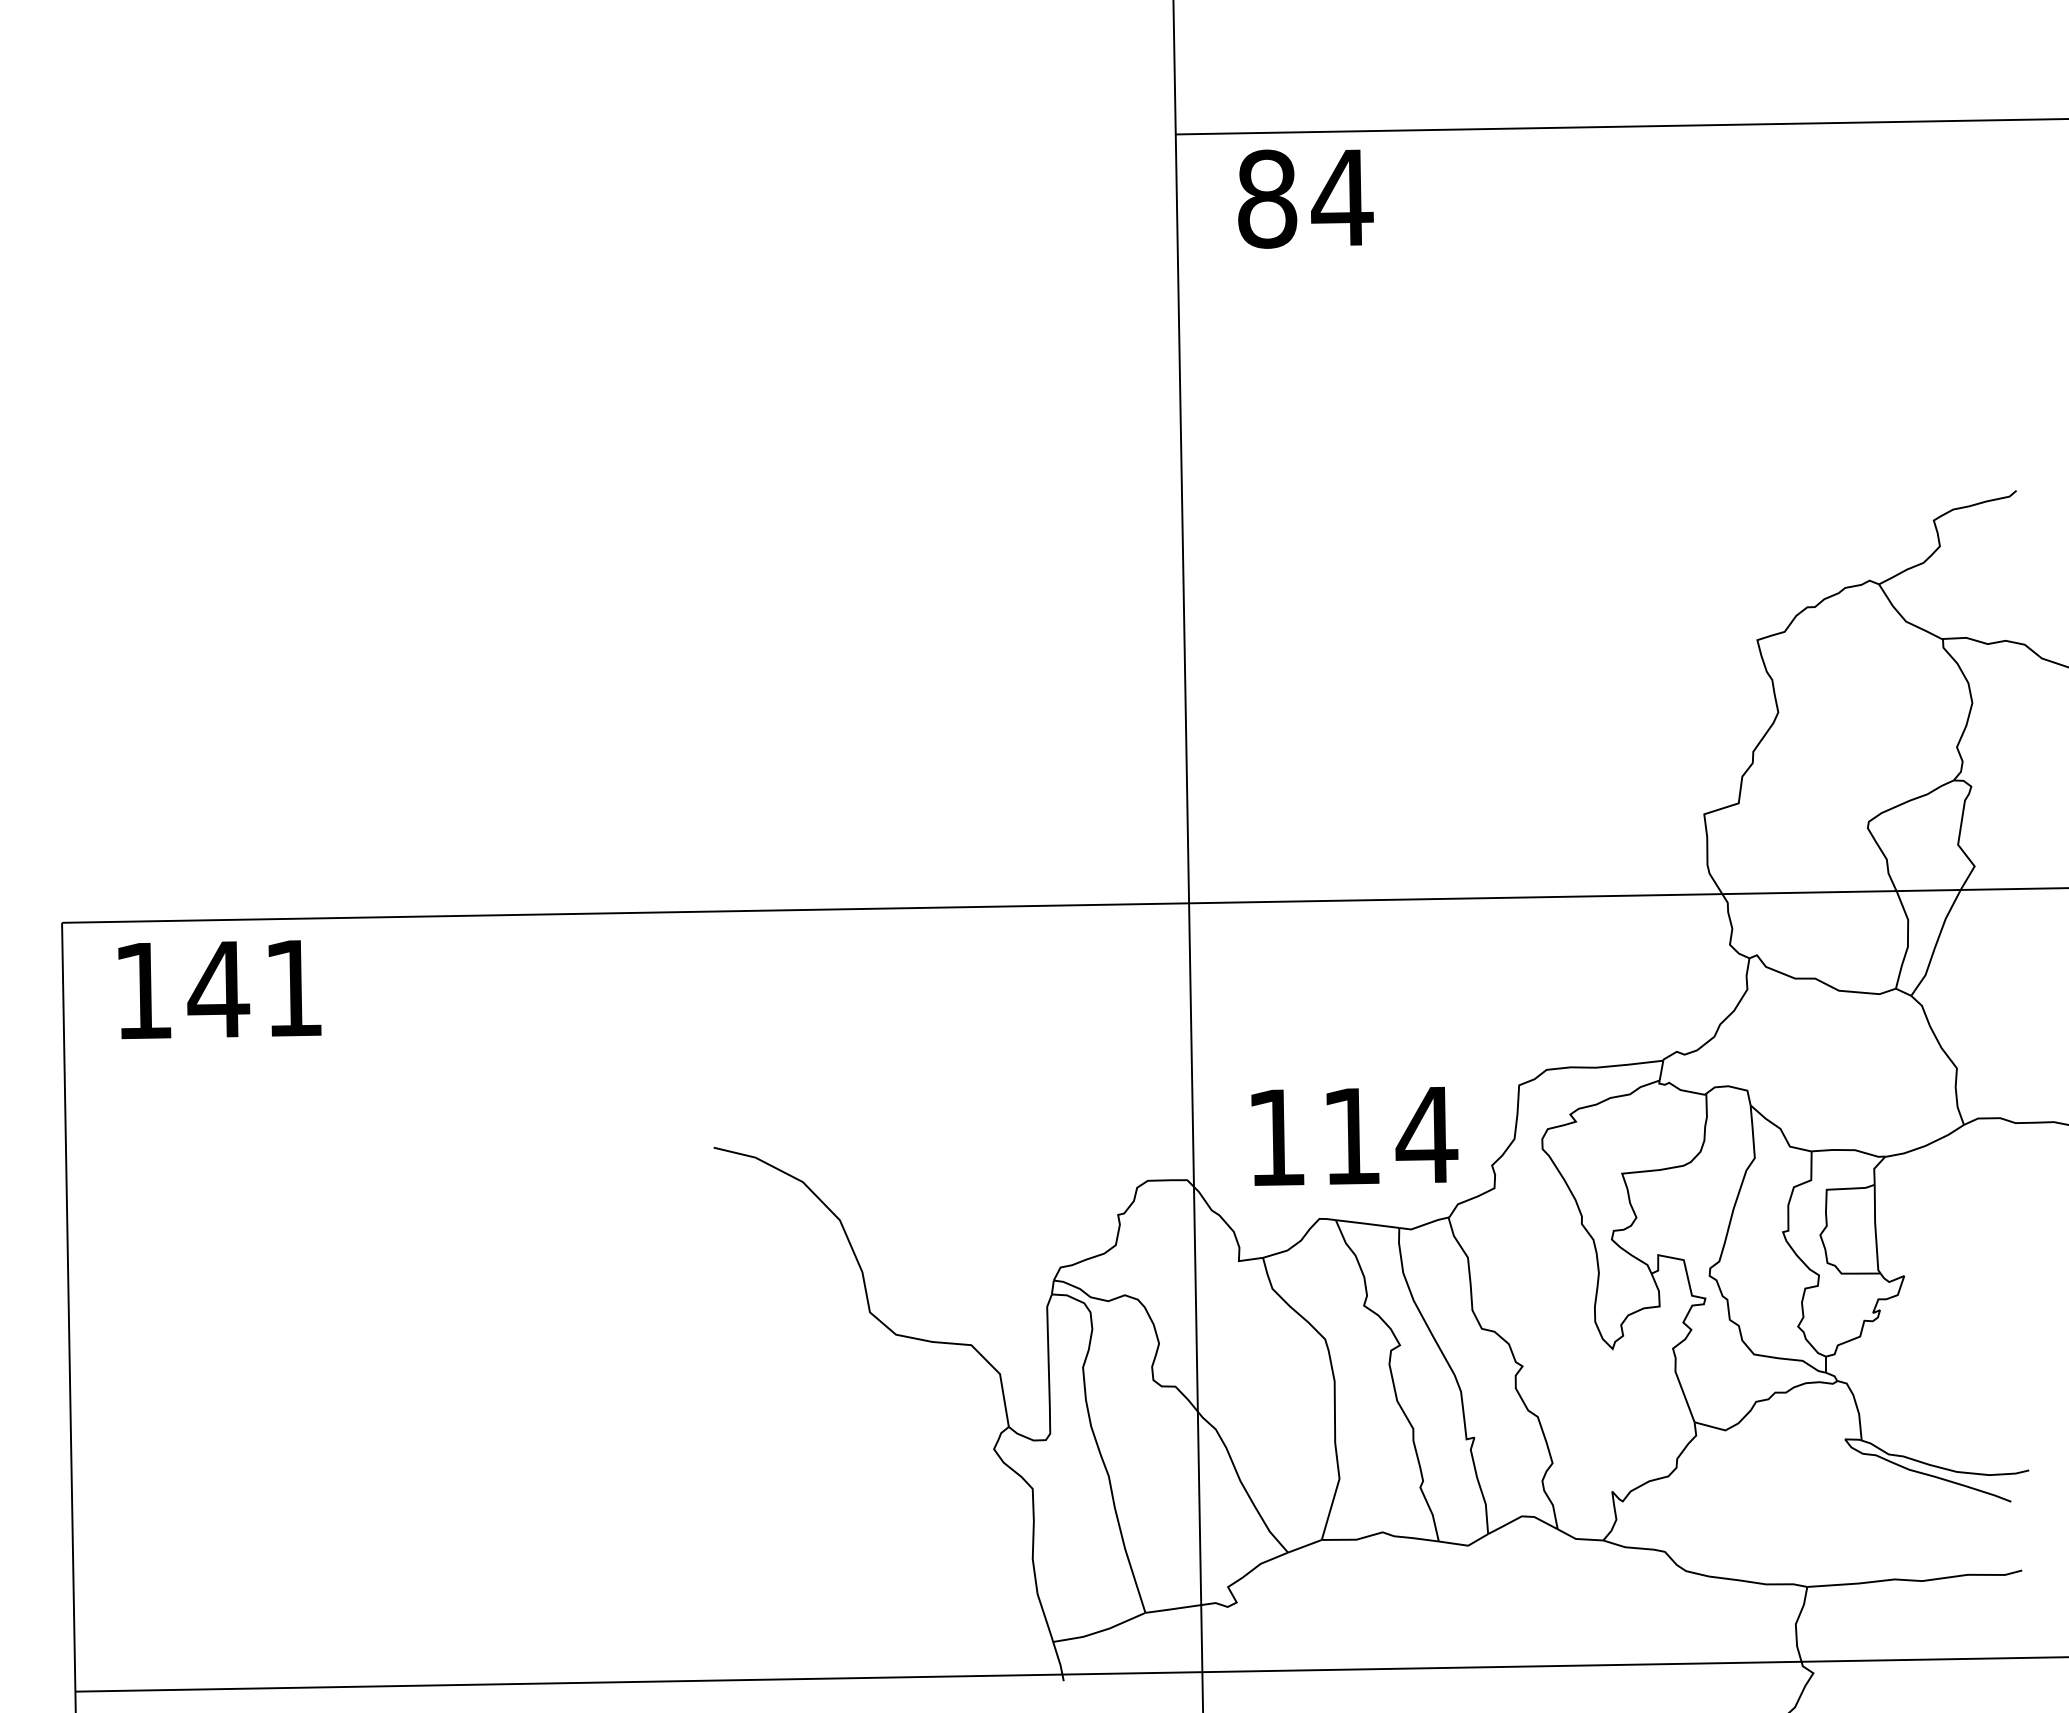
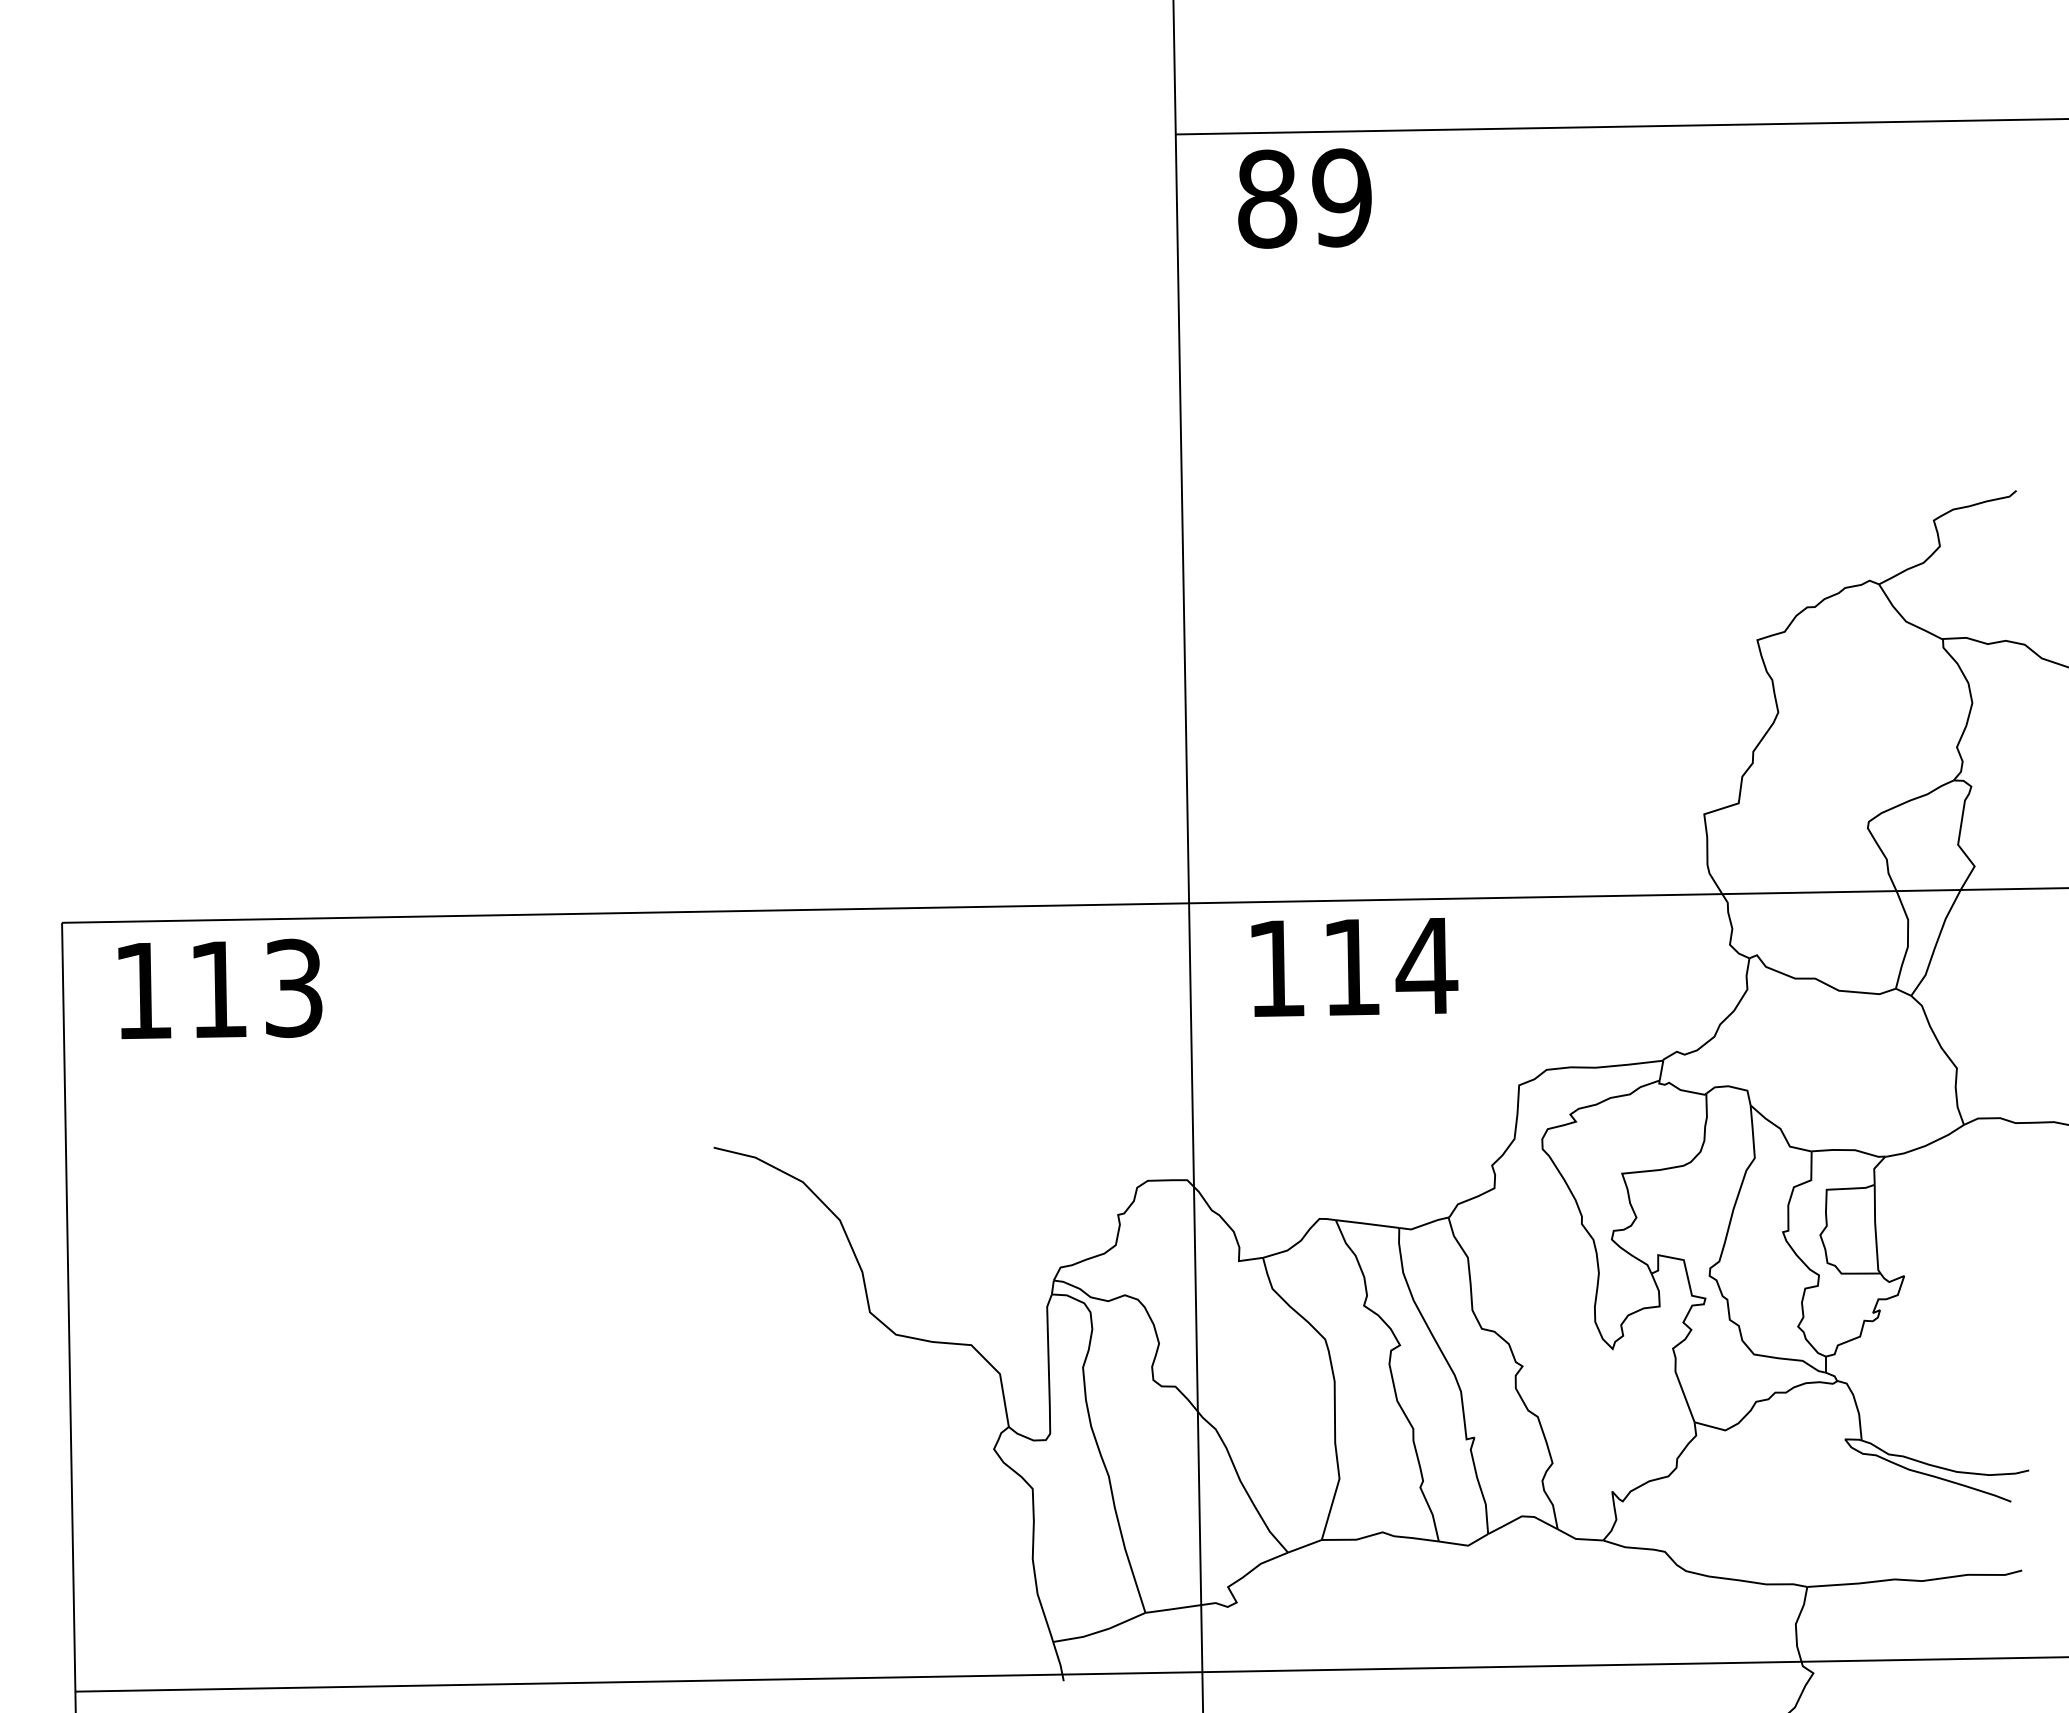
text at (1342, 197): 84 -> 89
text at (254, 988): 141 -> 113
text at (1354, 1136) position: (1354, 1136) -> (1354, 967)
